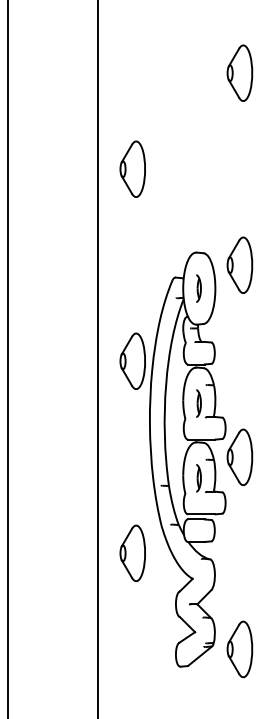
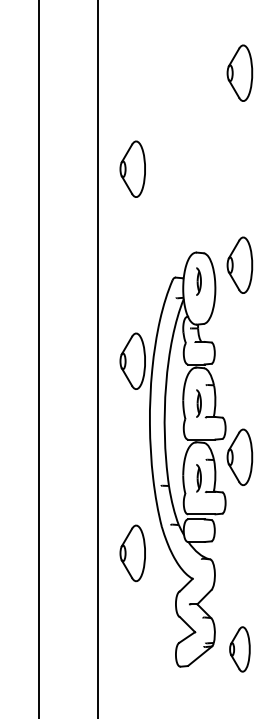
part at (198, 288) position: (198, 288) -> (198, 281)
line at (8, 358) position: (8, 358) -> (39, 358)
part at (239, 649) size: 28x59 px -> 22x47 px
